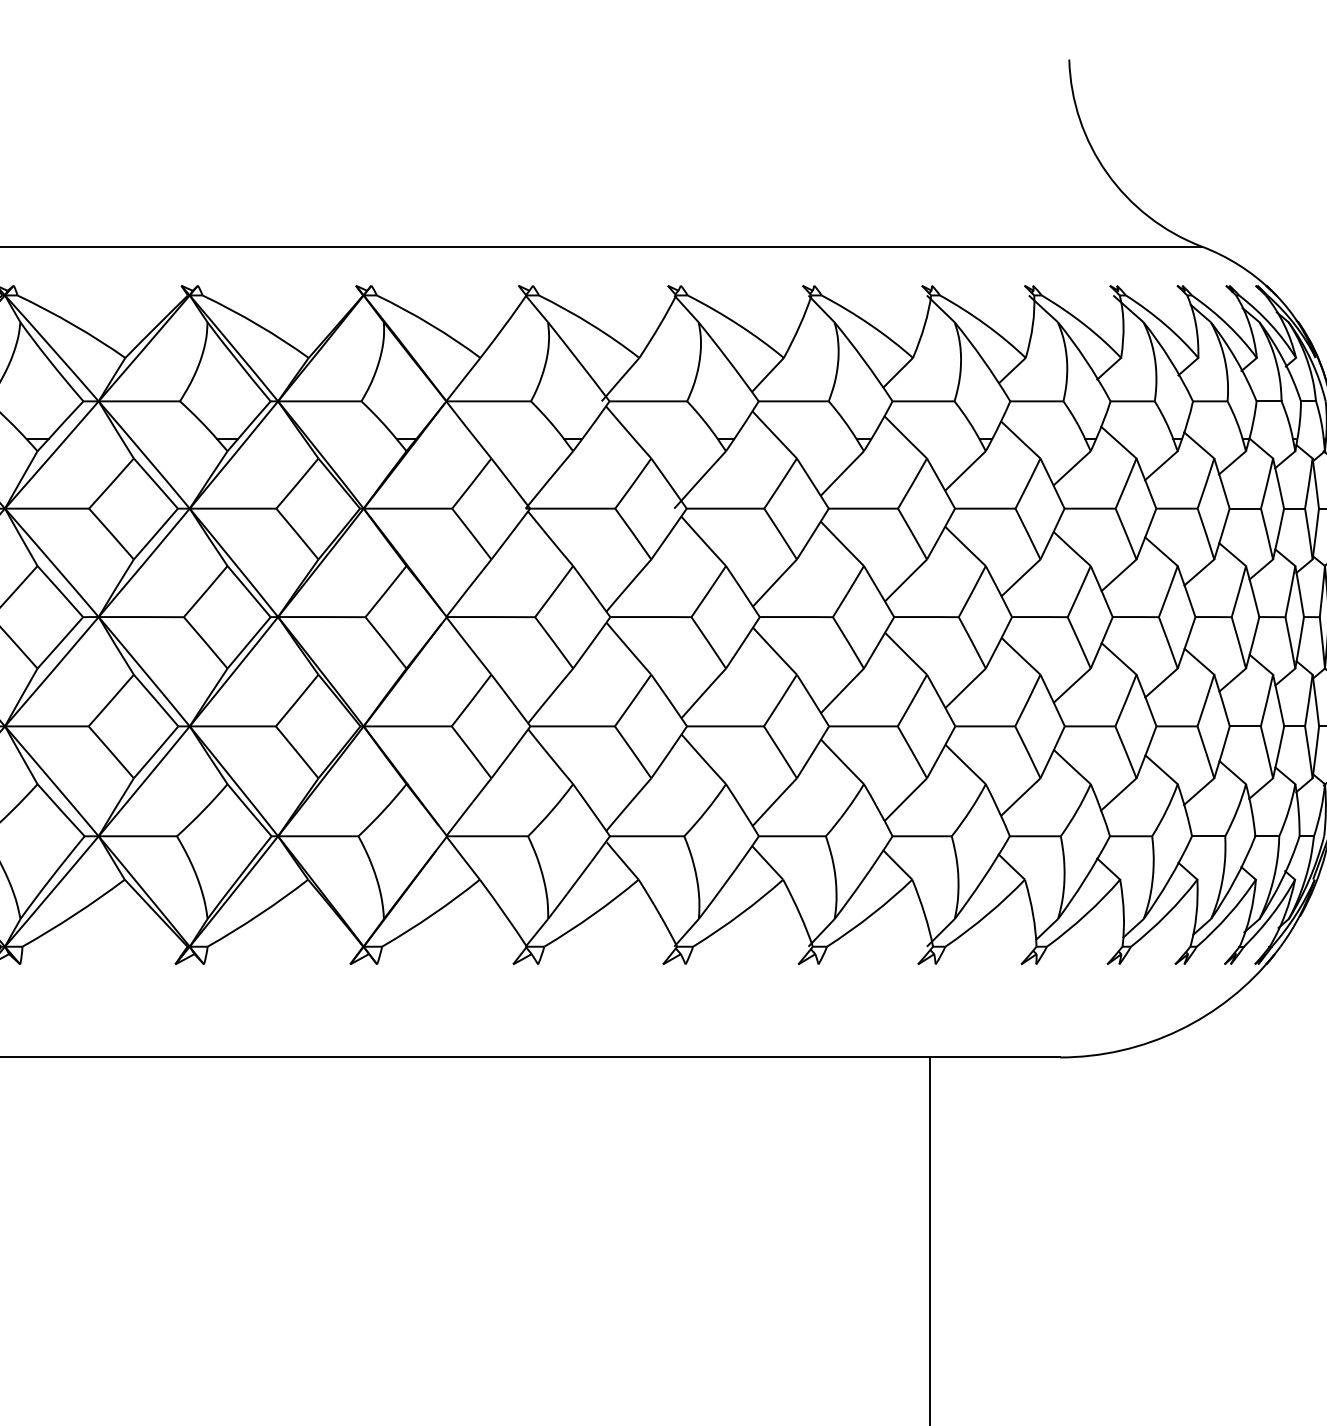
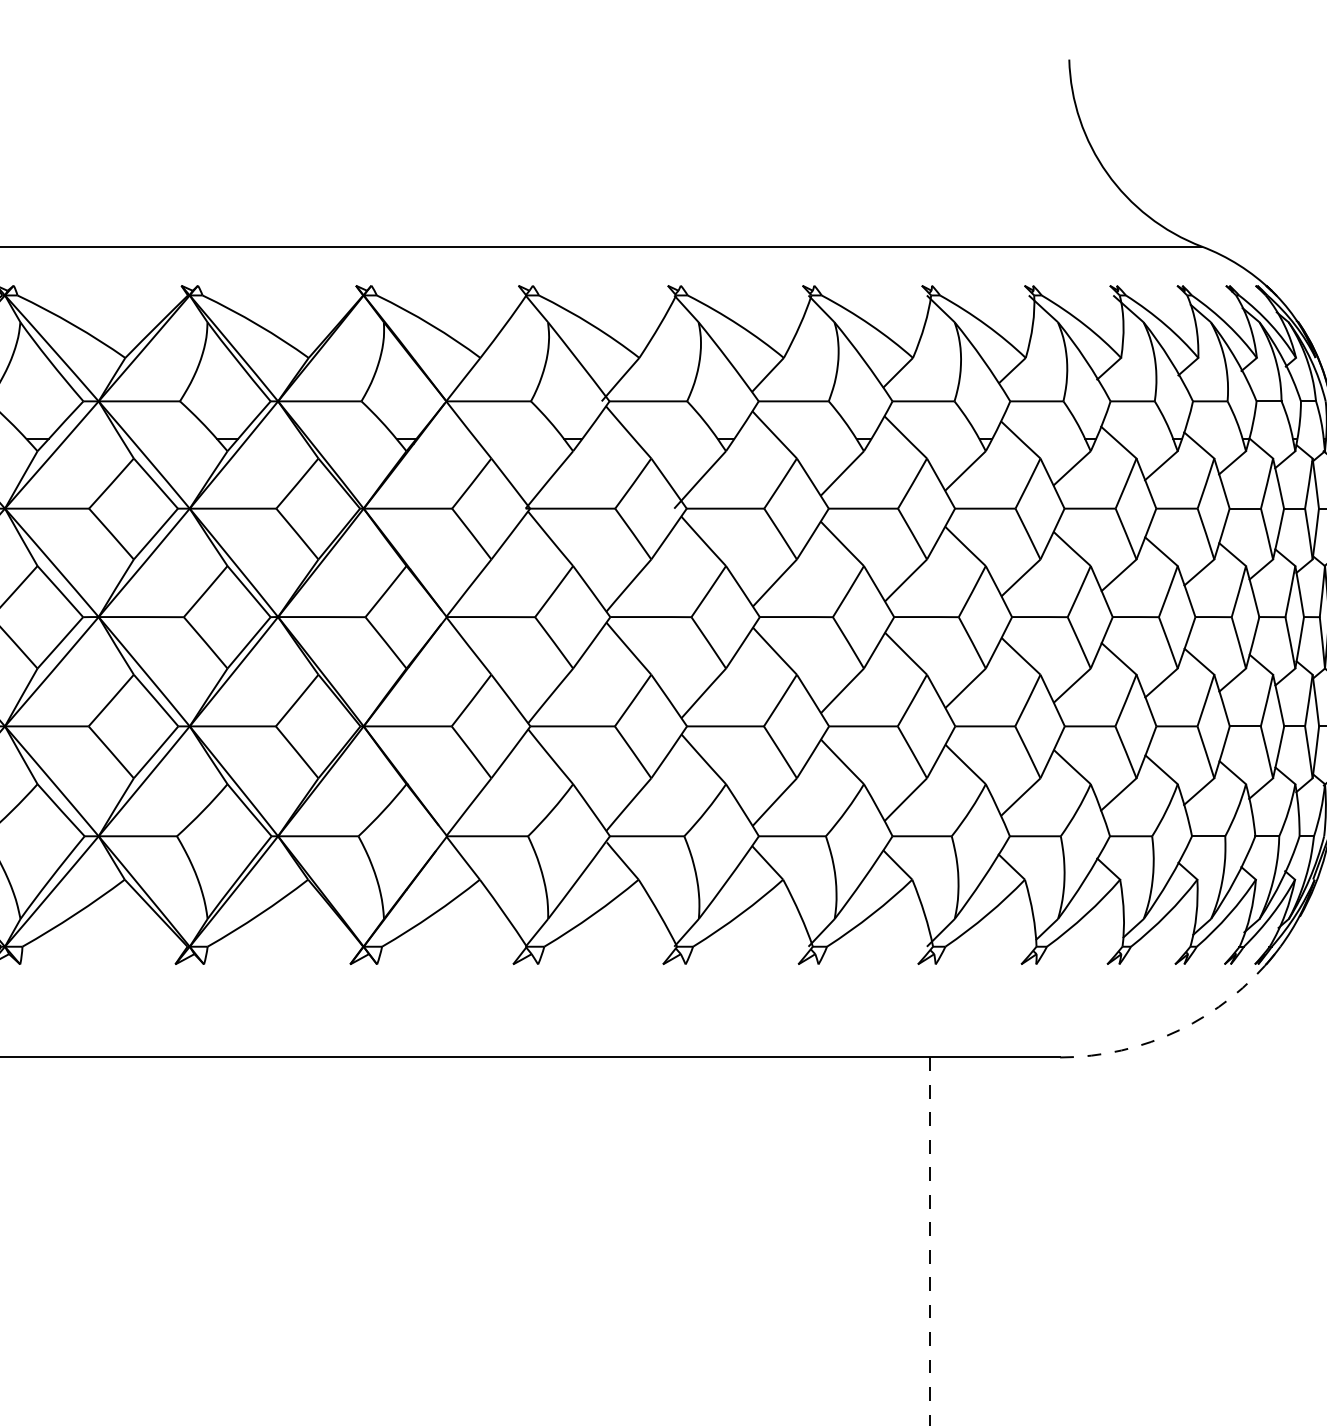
arc at (1179, 1030): solid -> dashed
line at (929, 1240): solid -> dashed
